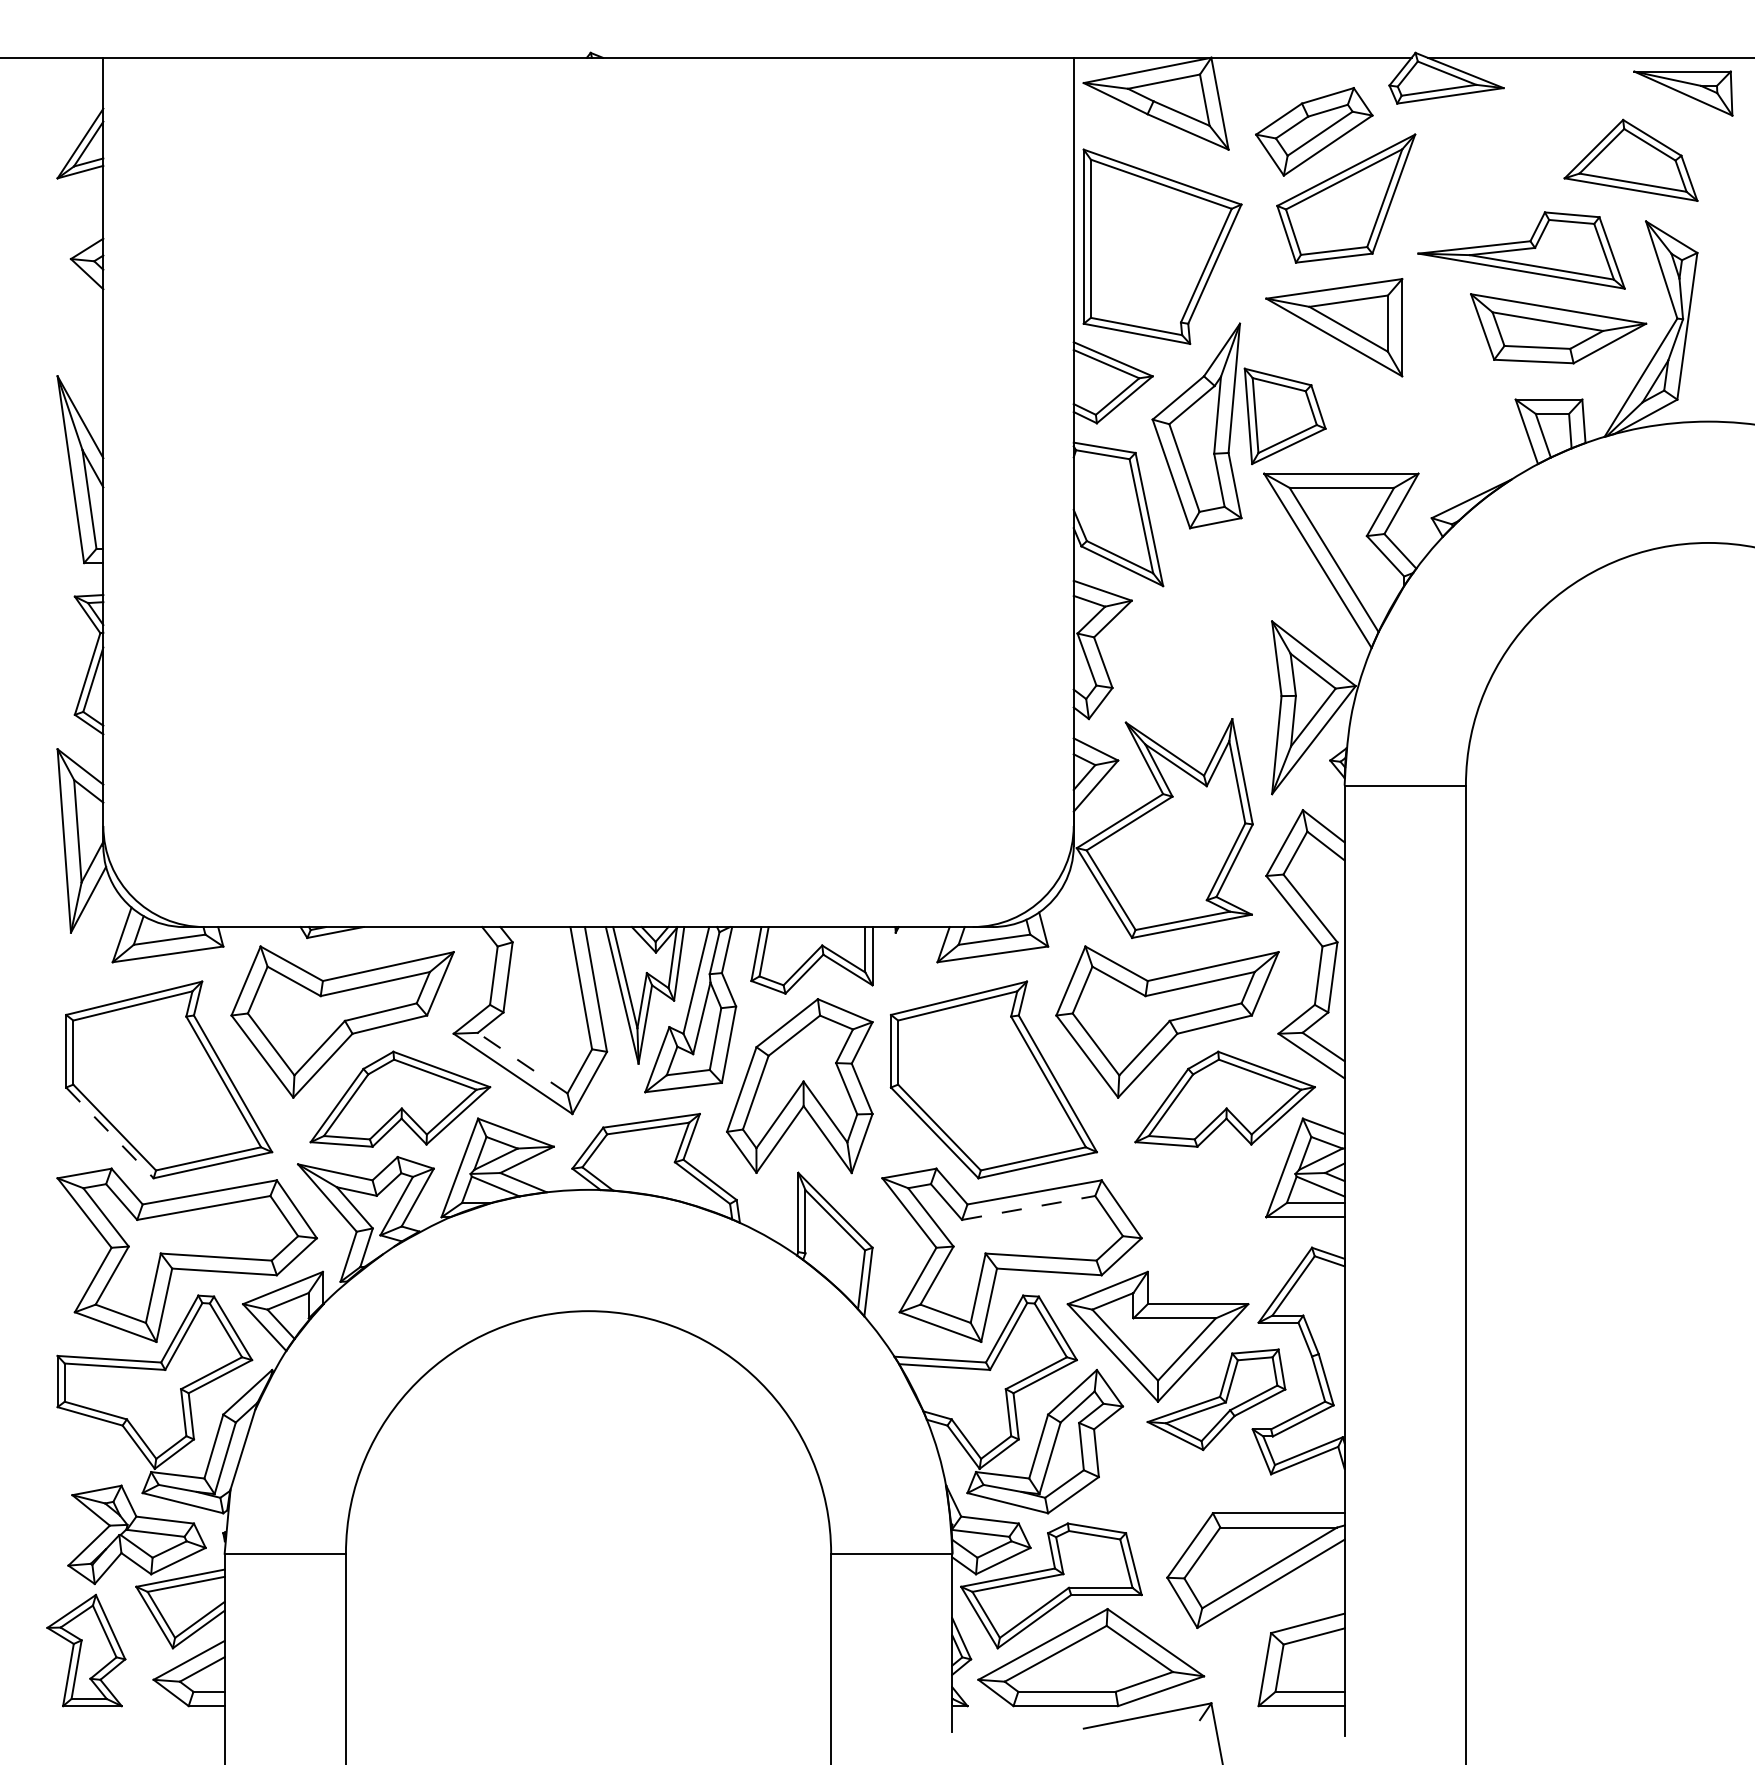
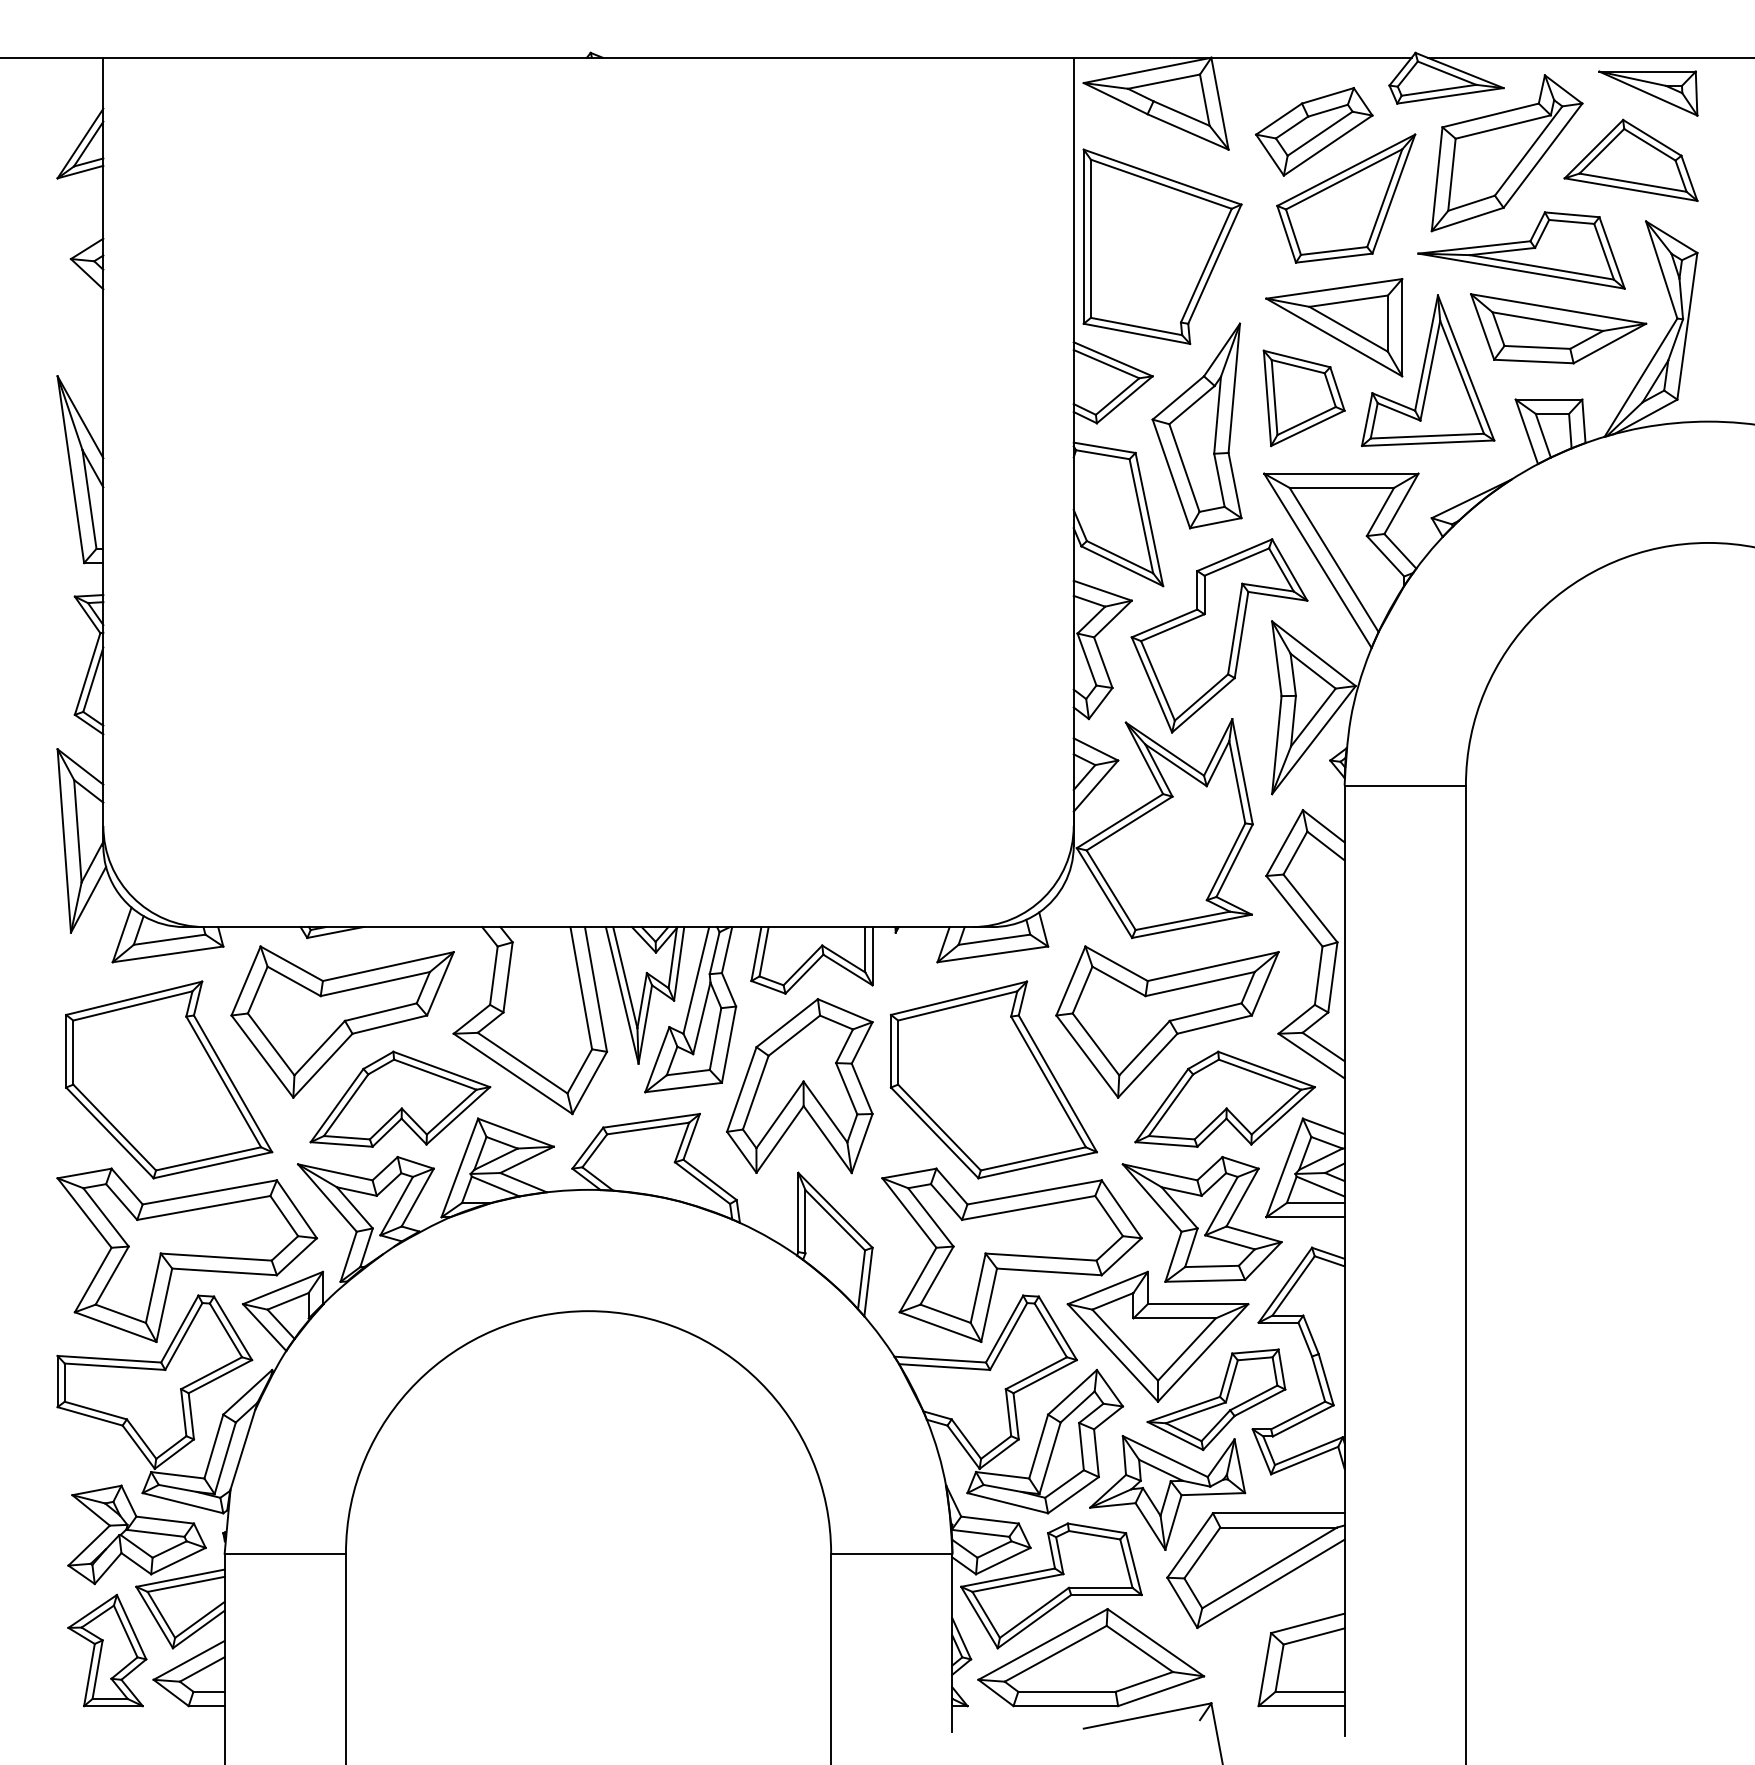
part at (1683, 93) position: (1683, 93) -> (1648, 93)
part at (1506, 153): none -> present
part at (1428, 370): none -> present
part at (1284, 416) position: (1284, 416) -> (1303, 398)
part at (1219, 635): none -> present
line at (522, 1062): dashed -> solid
line at (110, 1133): dashed -> solid
line at (1028, 1207): dashed -> solid
part at (1201, 1219): none -> present
part at (1167, 1492): none -> present
part at (86, 1650) position: (86, 1650) -> (107, 1650)
